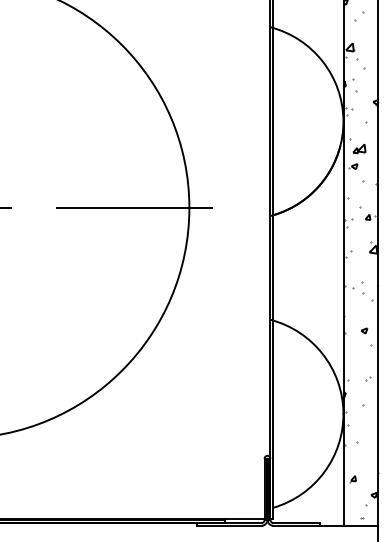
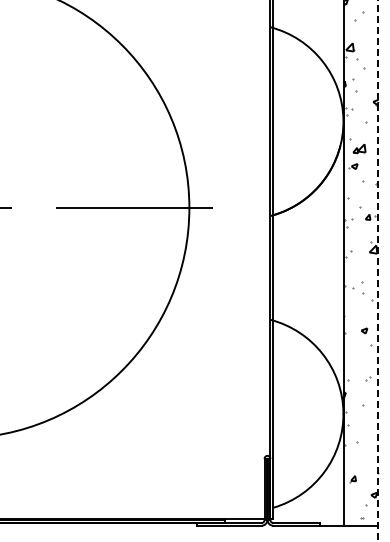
line at (378, 271): solid -> dashed
